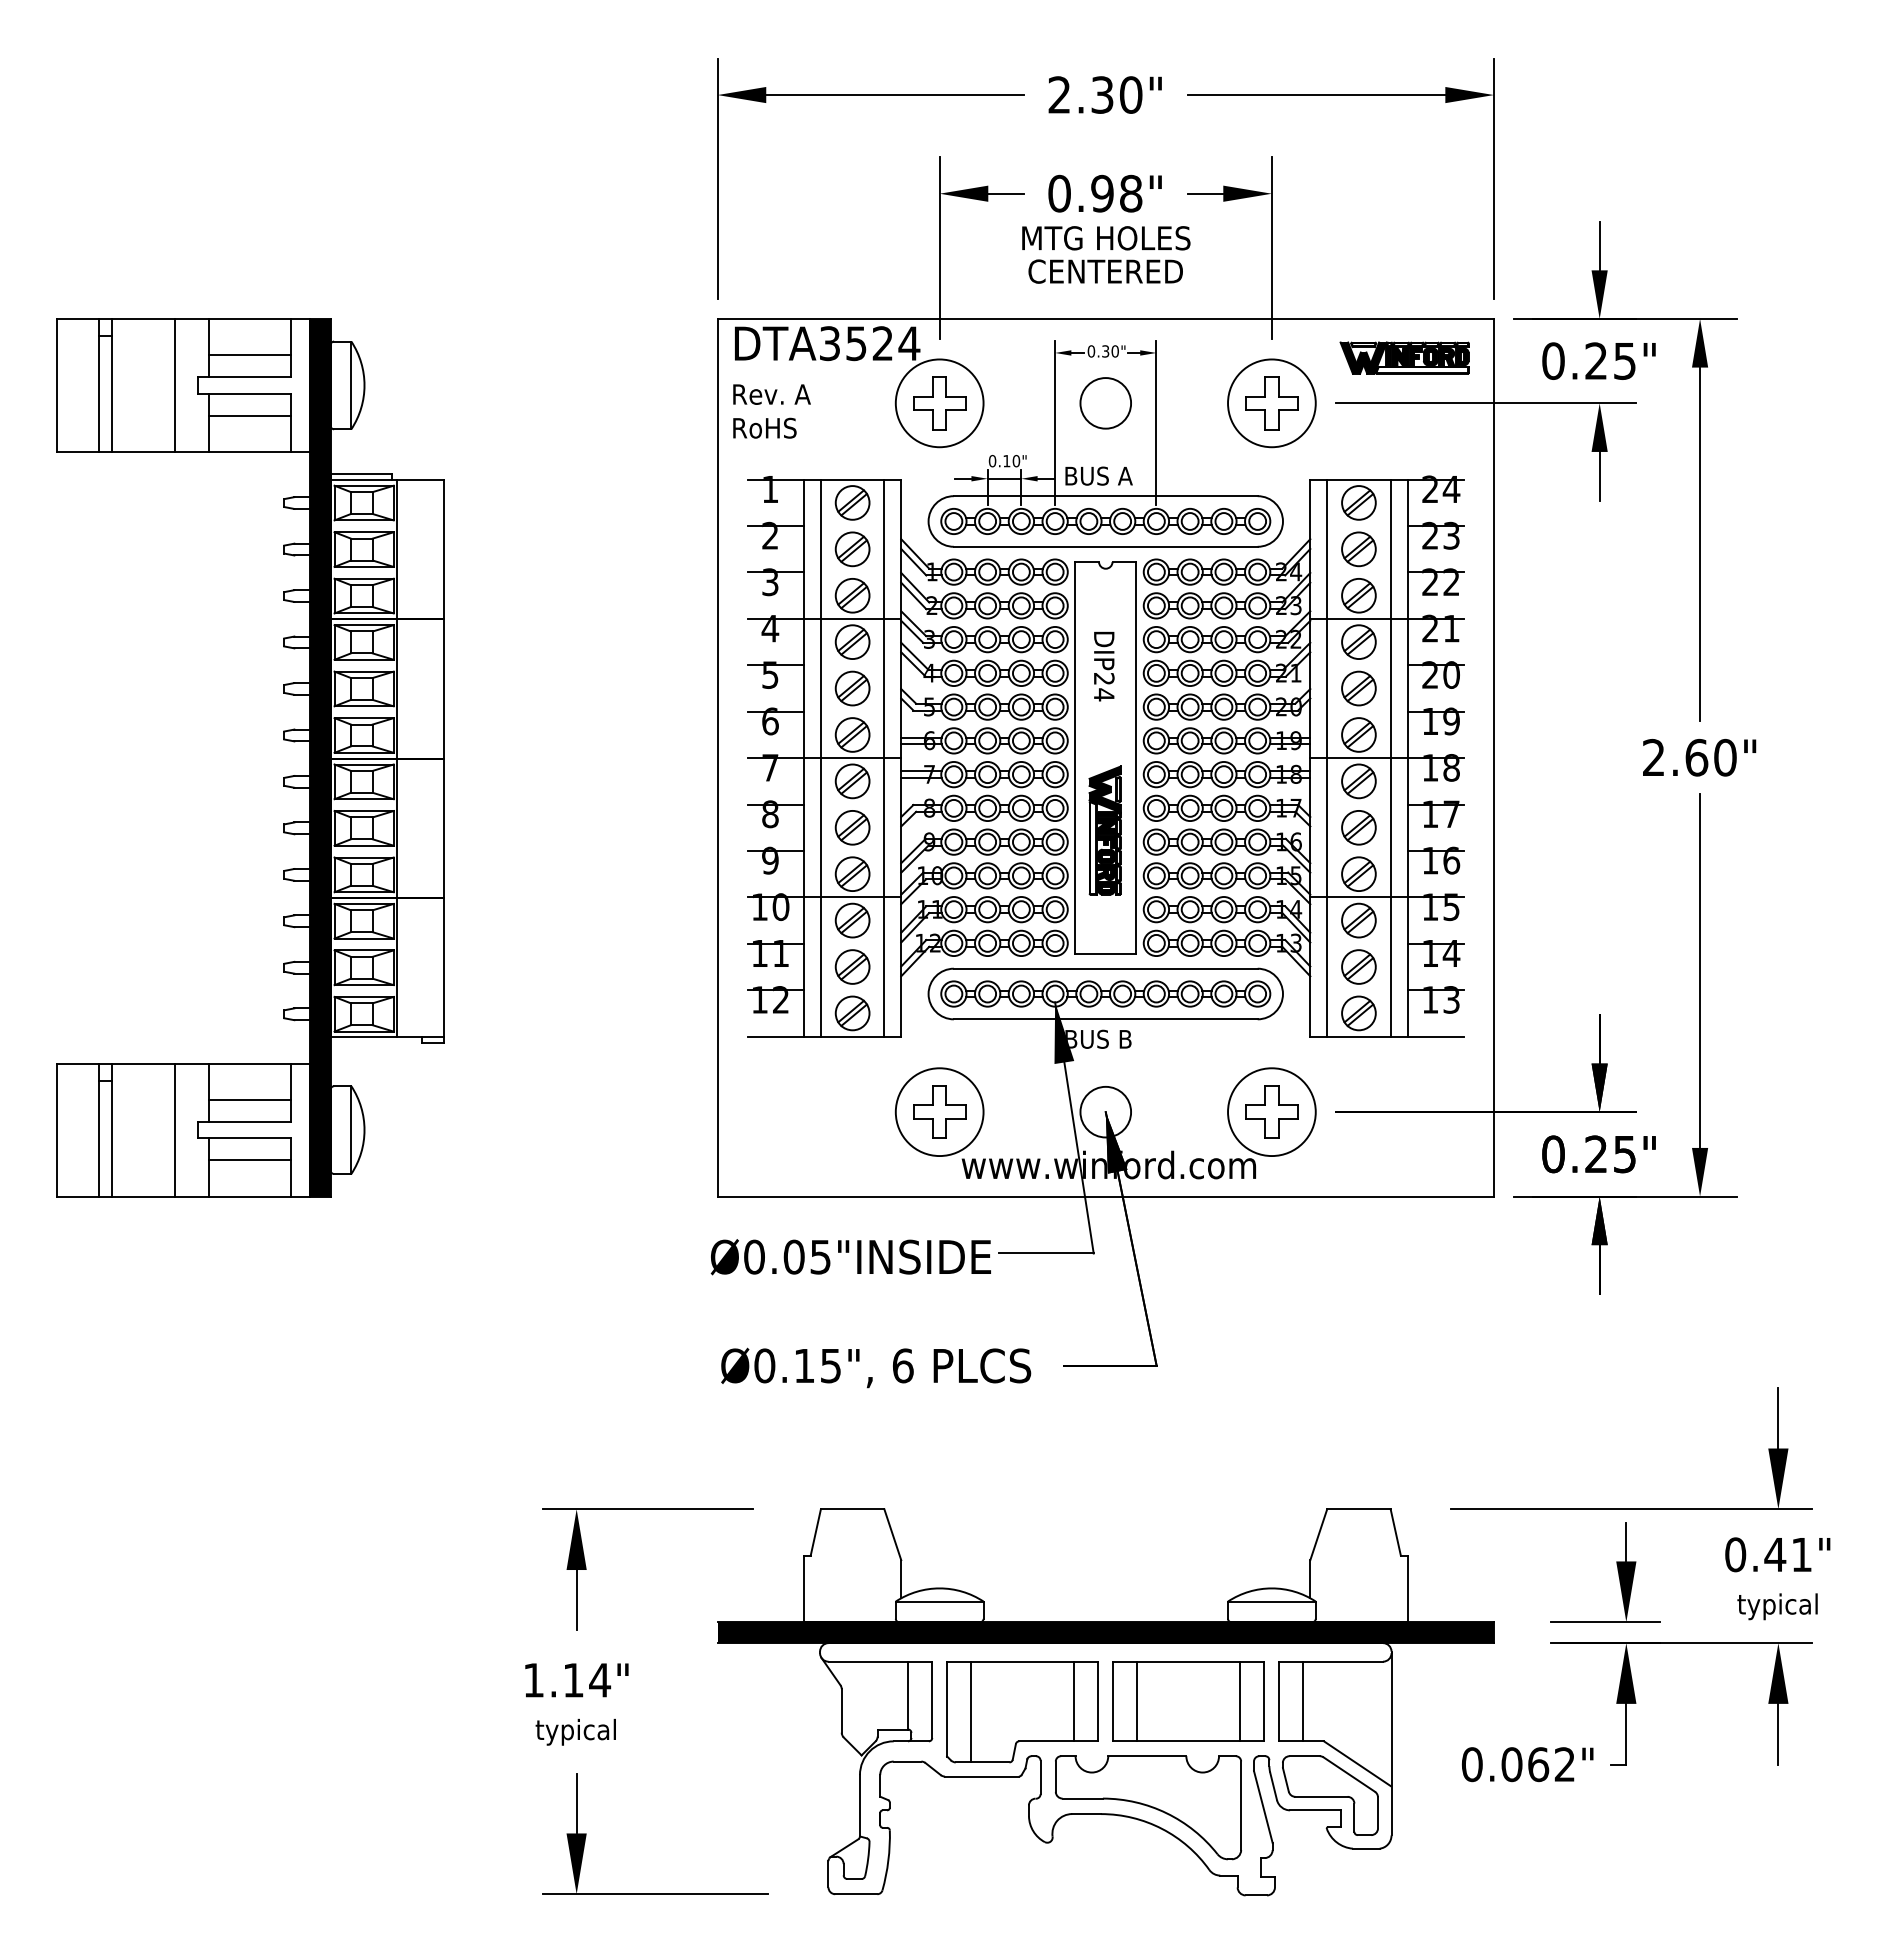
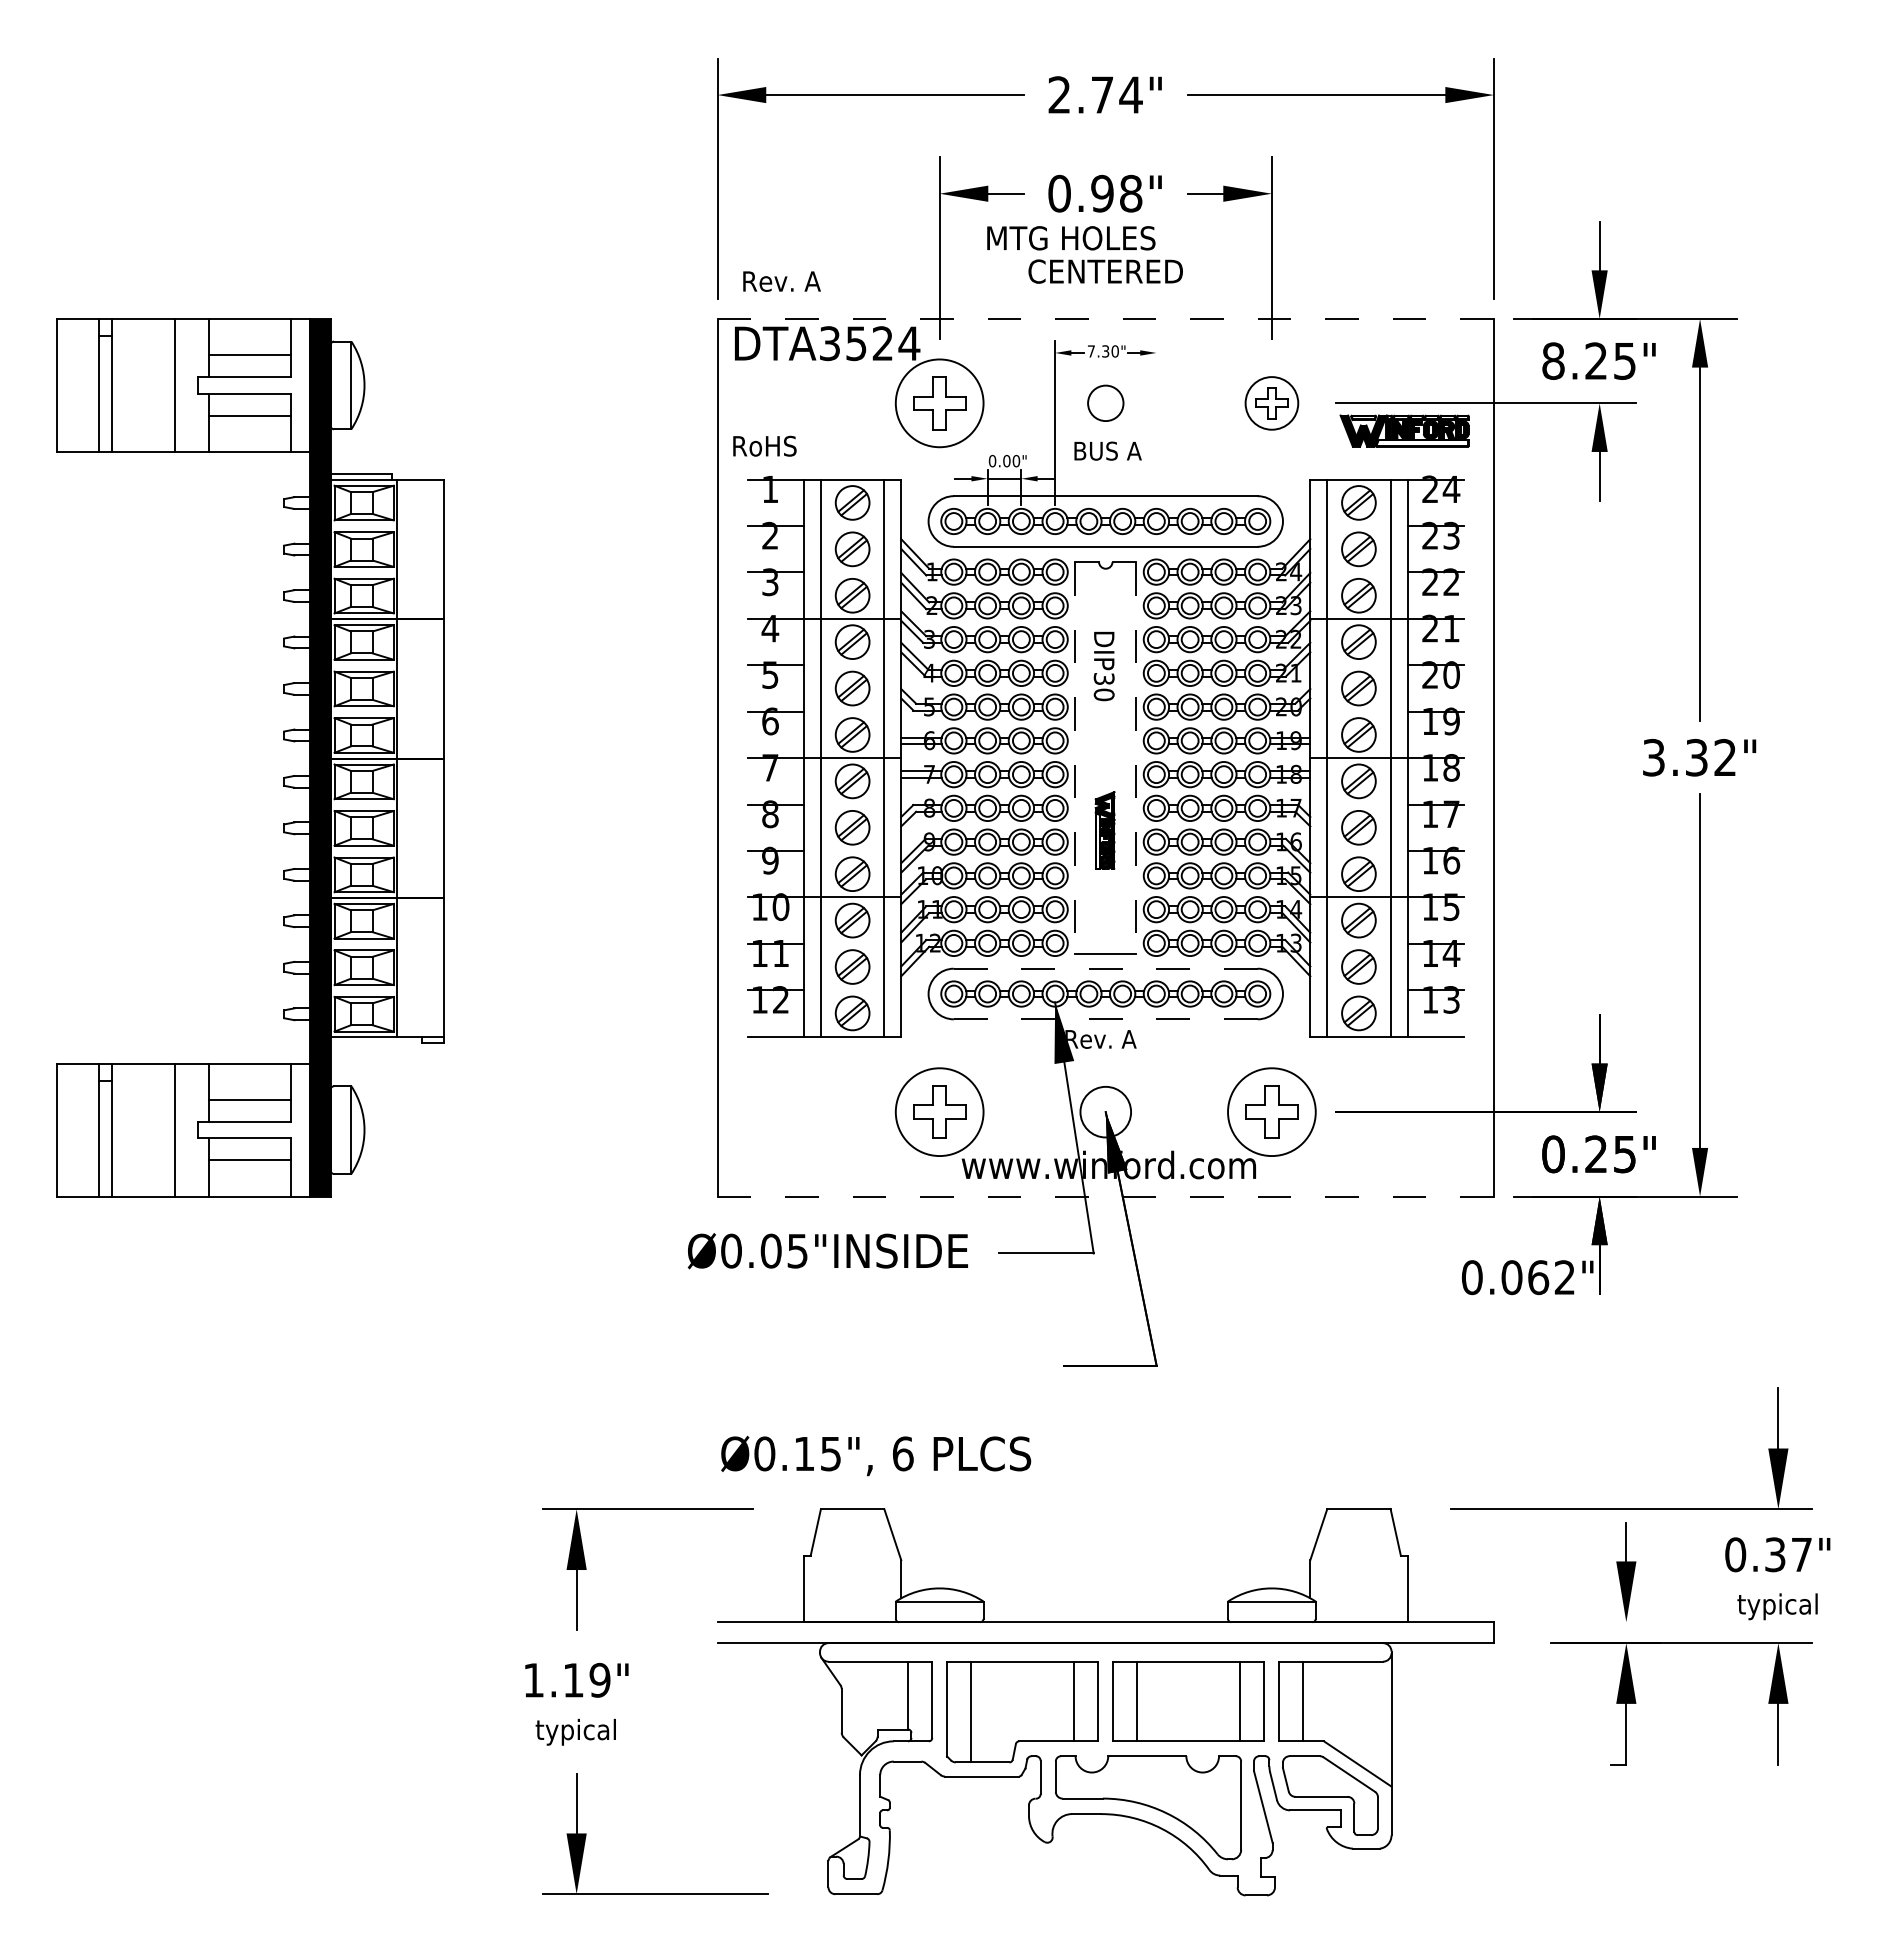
text at (1116, 94): 2.30" -> 2.74"
text at (1106, 238) position: (1106, 238) -> (1071, 238)
line at (1106, 318): solid -> dashed
text at (1091, 351): 0.30" -> 7.30"
part at (1404, 357) position: (1404, 357) -> (1404, 430)
text at (1553, 360): 0.25" -> 8.25"
text at (771, 394) position: (771, 394) -> (781, 281)
circle at (1105, 403) diameter: 51 px -> 35 px
part at (1271, 403) size: 90x91 px -> 56x55 px
line at (1156, 422): present -> none
text at (764, 427) position: (764, 427) -> (764, 445)
text at (1006, 461): 0.10" -> 0.00"
text at (1098, 475) position: (1098, 475) -> (1107, 450)
text at (1103, 687): DIP24 -> DIP30
line at (1075, 757): solid -> dashed
line at (1136, 757): solid -> dashed
text at (1689, 757): 2.60" -> 3.32"
part at (1104, 830) size: 34x131 px -> 22x79 px
line at (1105, 968): solid -> dashed
line at (1105, 1019): solid -> dashed
text at (1101, 1038): BUS B -> Rev. A
line at (1106, 1196): solid -> dashed
text at (850, 1257) position: (850, 1257) -> (827, 1251)
text at (876, 1367) position: (876, 1367) -> (876, 1455)
text at (1787, 1554): 0.41" -> 0.37"
line at (1605, 1622): present -> none
fill at (1105, 1632): present -> none
text at (600, 1679): 1.14" -> 1.19"
text at (1527, 1764) position: (1527, 1764) -> (1527, 1277)
